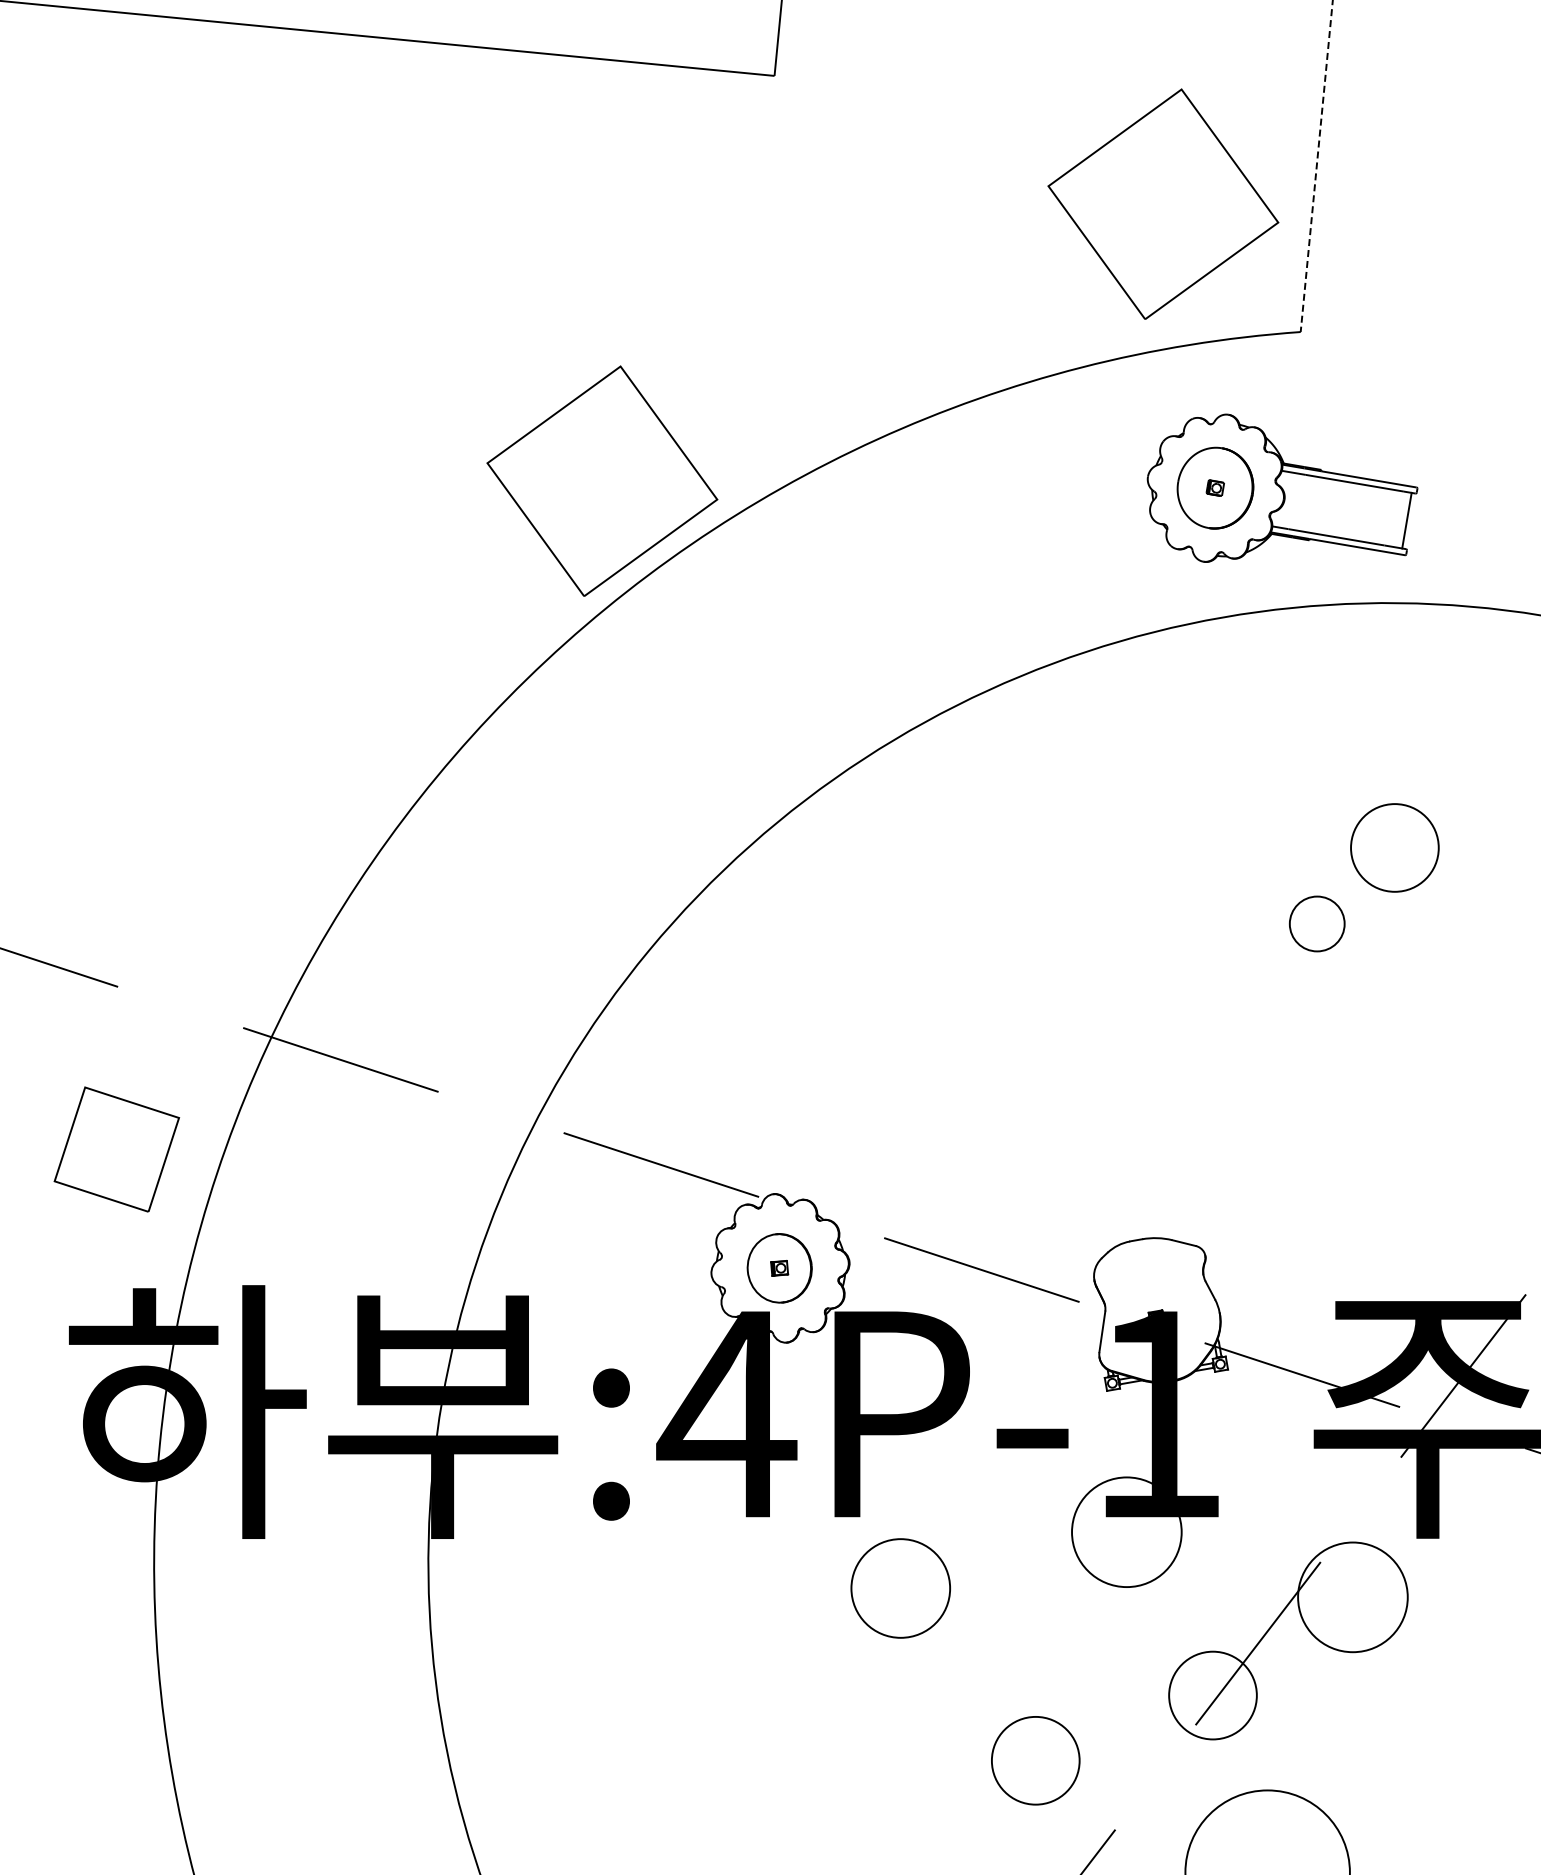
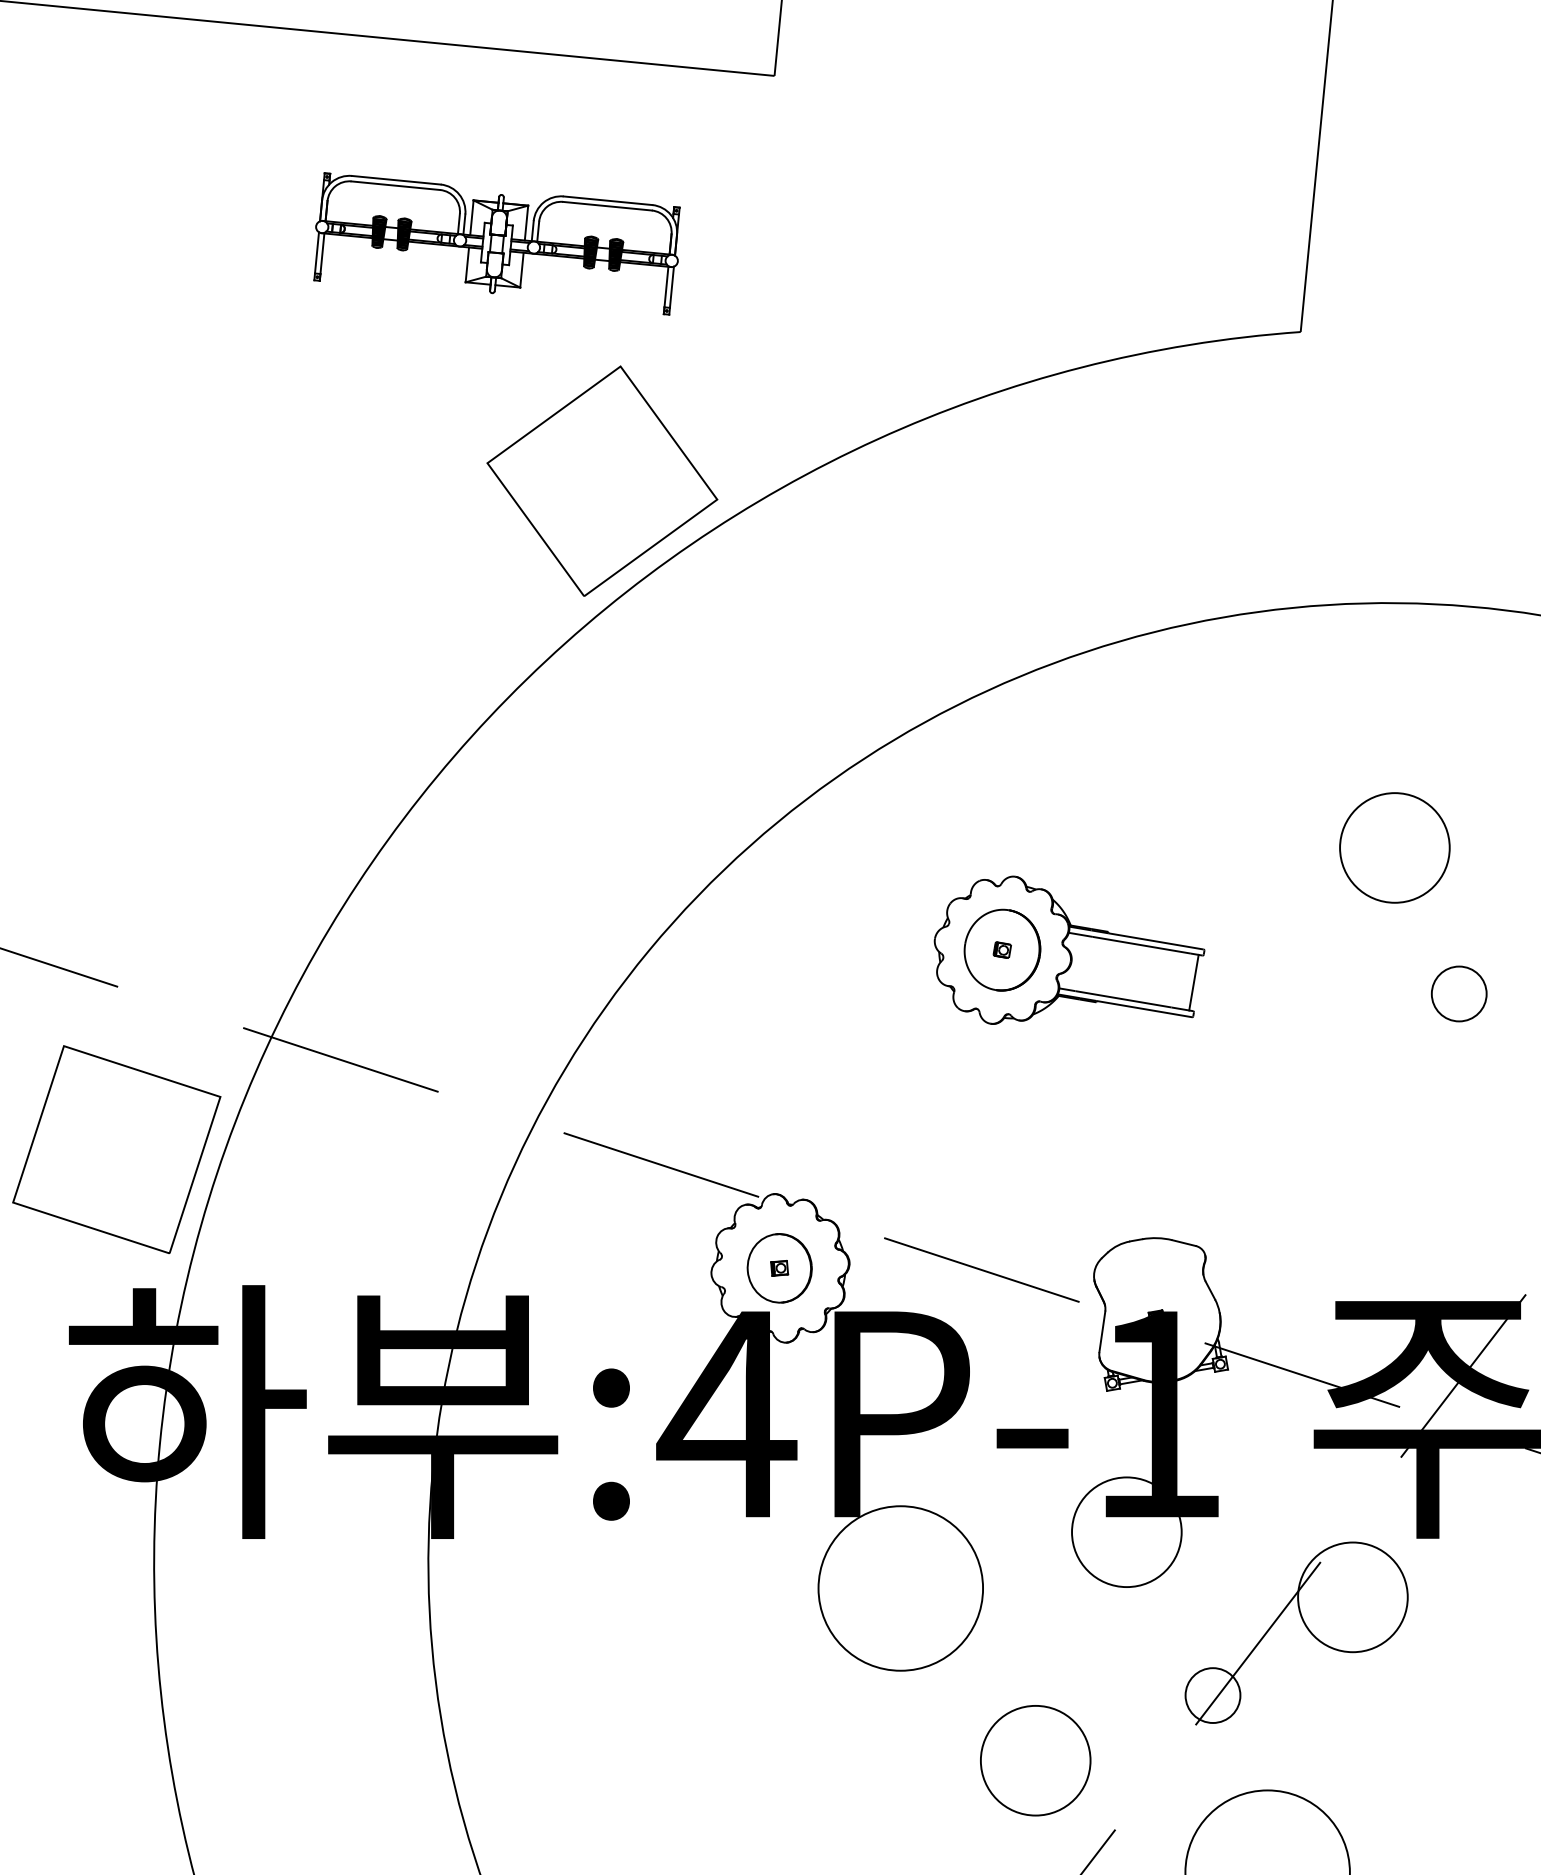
line at (1316, 166): dashed -> solid
part at (1163, 203): present -> none
part at (496, 243): none -> present
part at (1282, 487) position: (1282, 487) -> (1069, 949)
circle at (1394, 847) diameter: 88 px -> 110 px
circle at (1317, 923) position: (1317, 923) -> (1459, 993)
part at (116, 1149) size: 128x127 px -> 210x209 px
circle at (900, 1588) diameter: 99 px -> 165 px
circle at (1212, 1695) diameter: 88 px -> 55 px
circle at (1035, 1760) size: 90x90 px -> 112x112 px
